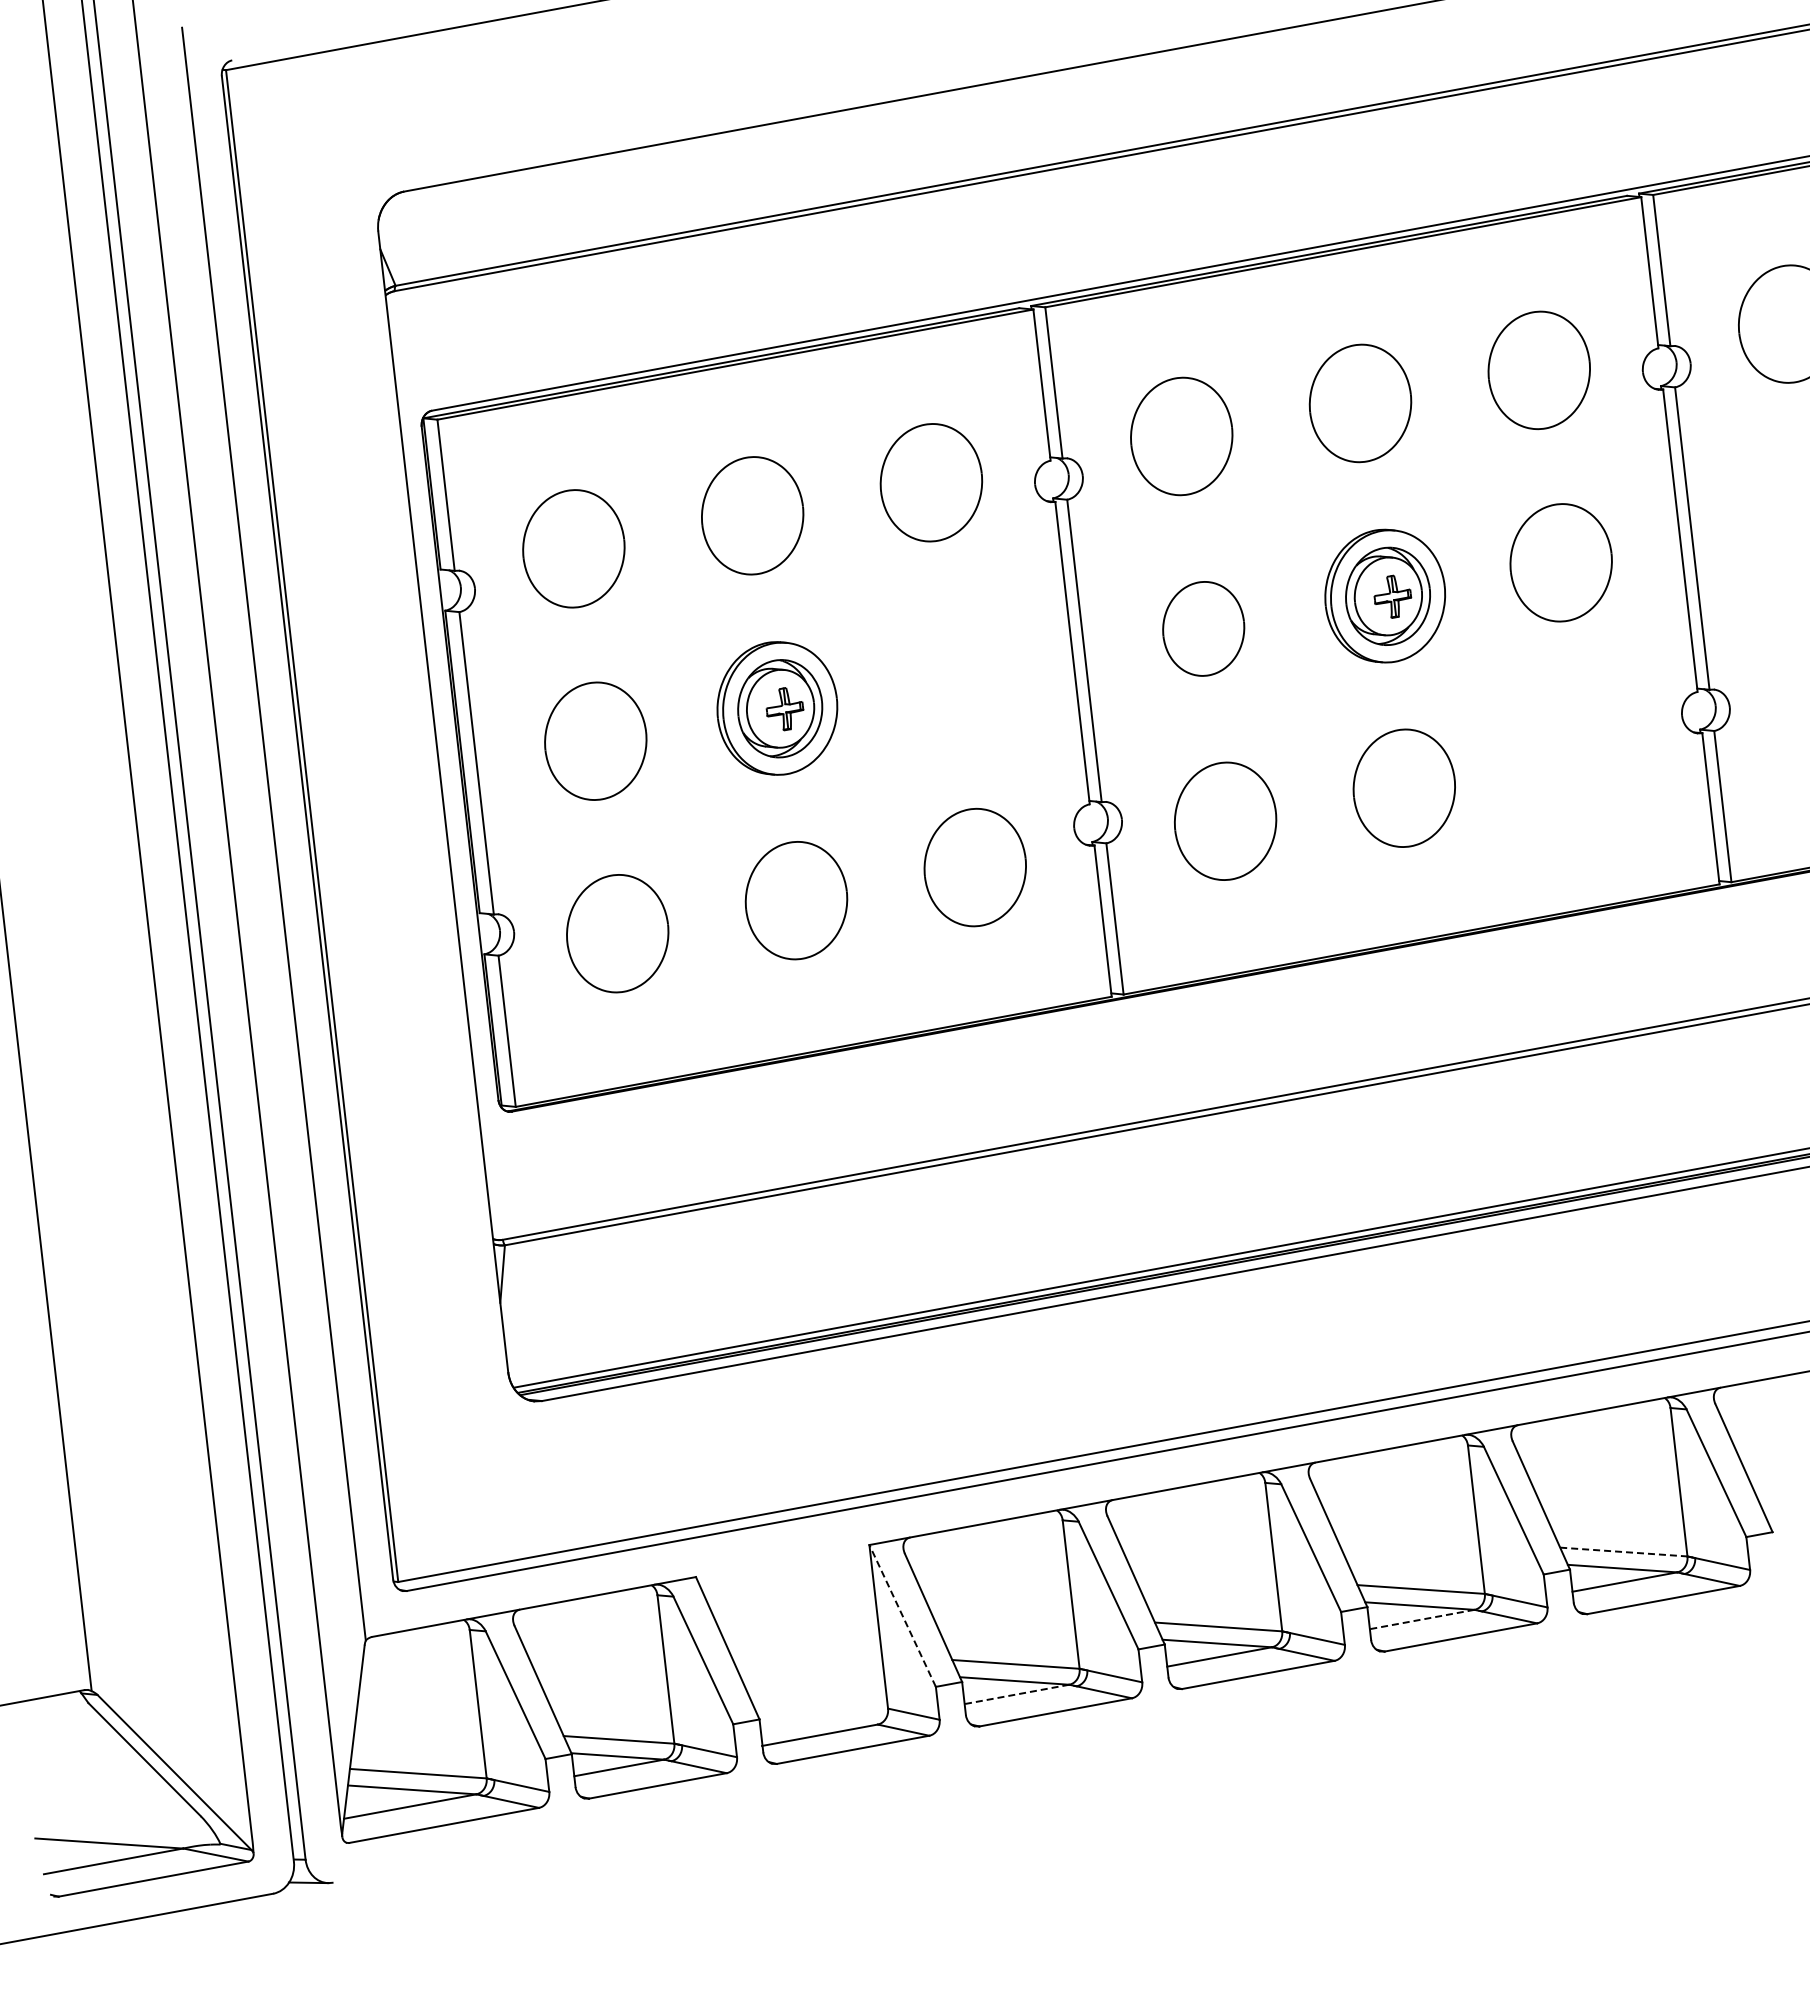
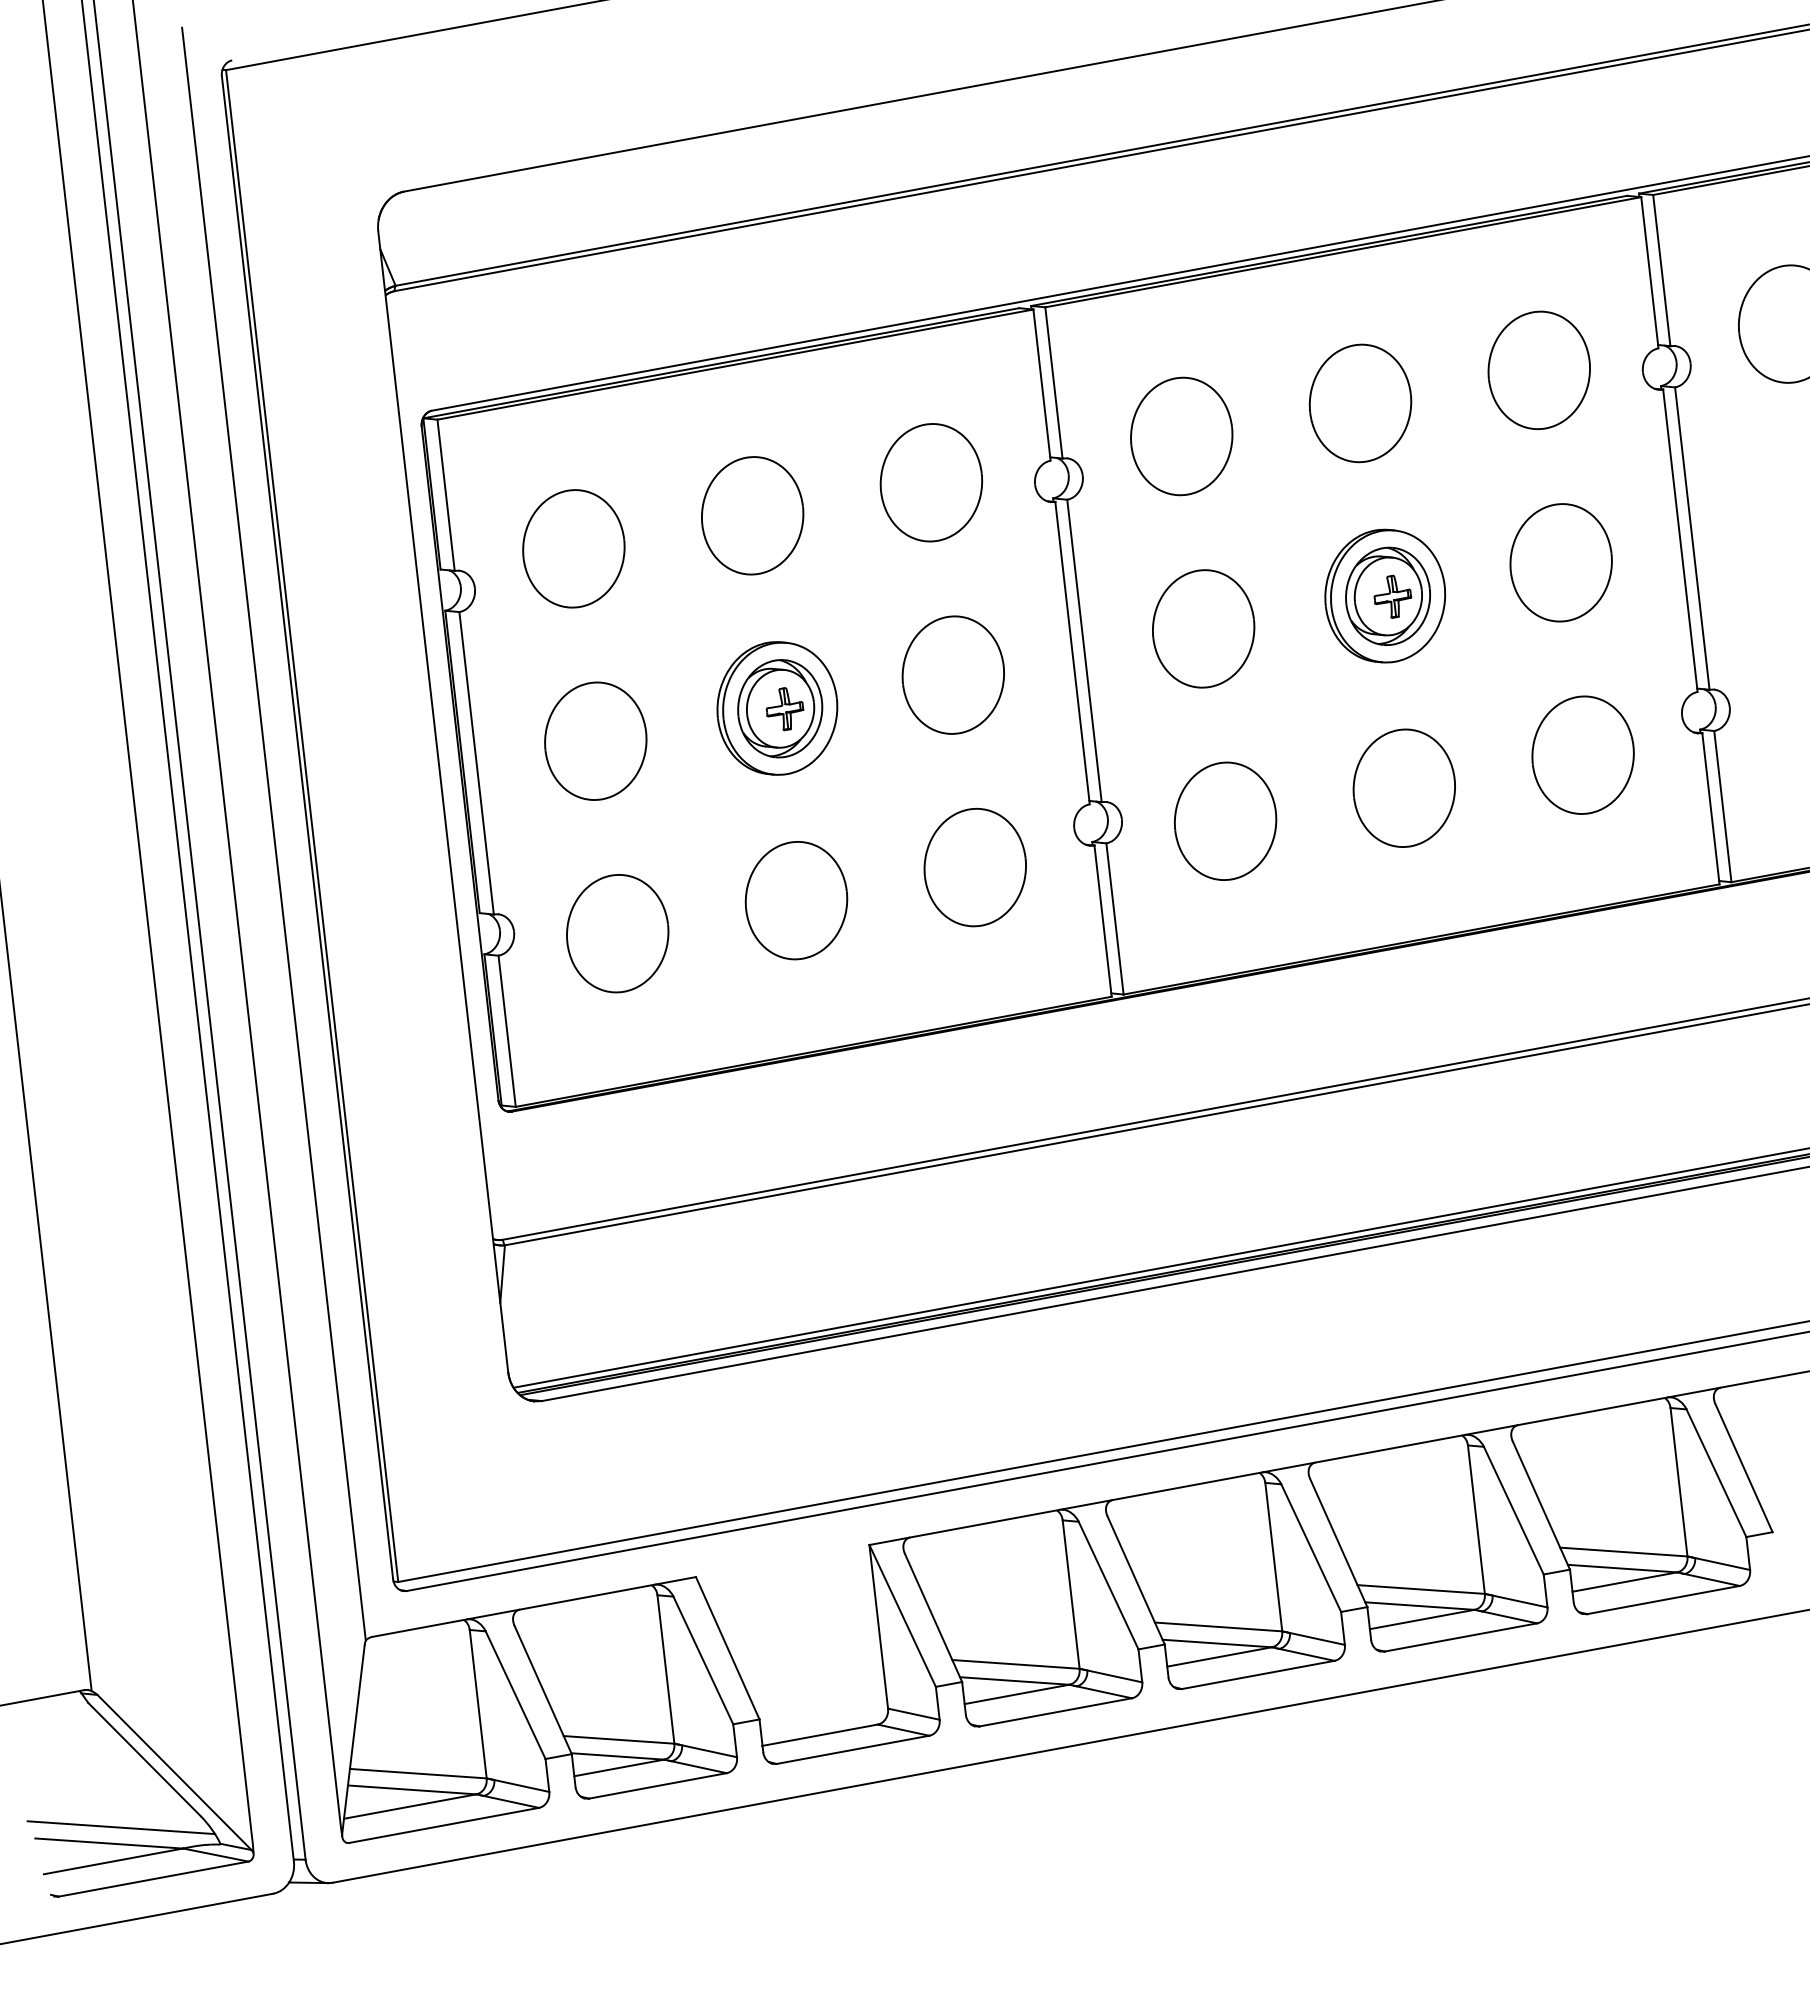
part at (1203, 628) size: 84x96 px -> 104x120 px
part at (952, 674): none -> present
part at (1582, 754): none -> present
line at (1623, 1552): dashed -> solid
line at (902, 1615): dashed -> solid
line at (1421, 1619): dashed -> solid
line at (1016, 1694): dashed -> solid
line at (1069, 1746): none -> present
line at (121, 1827): none -> present
